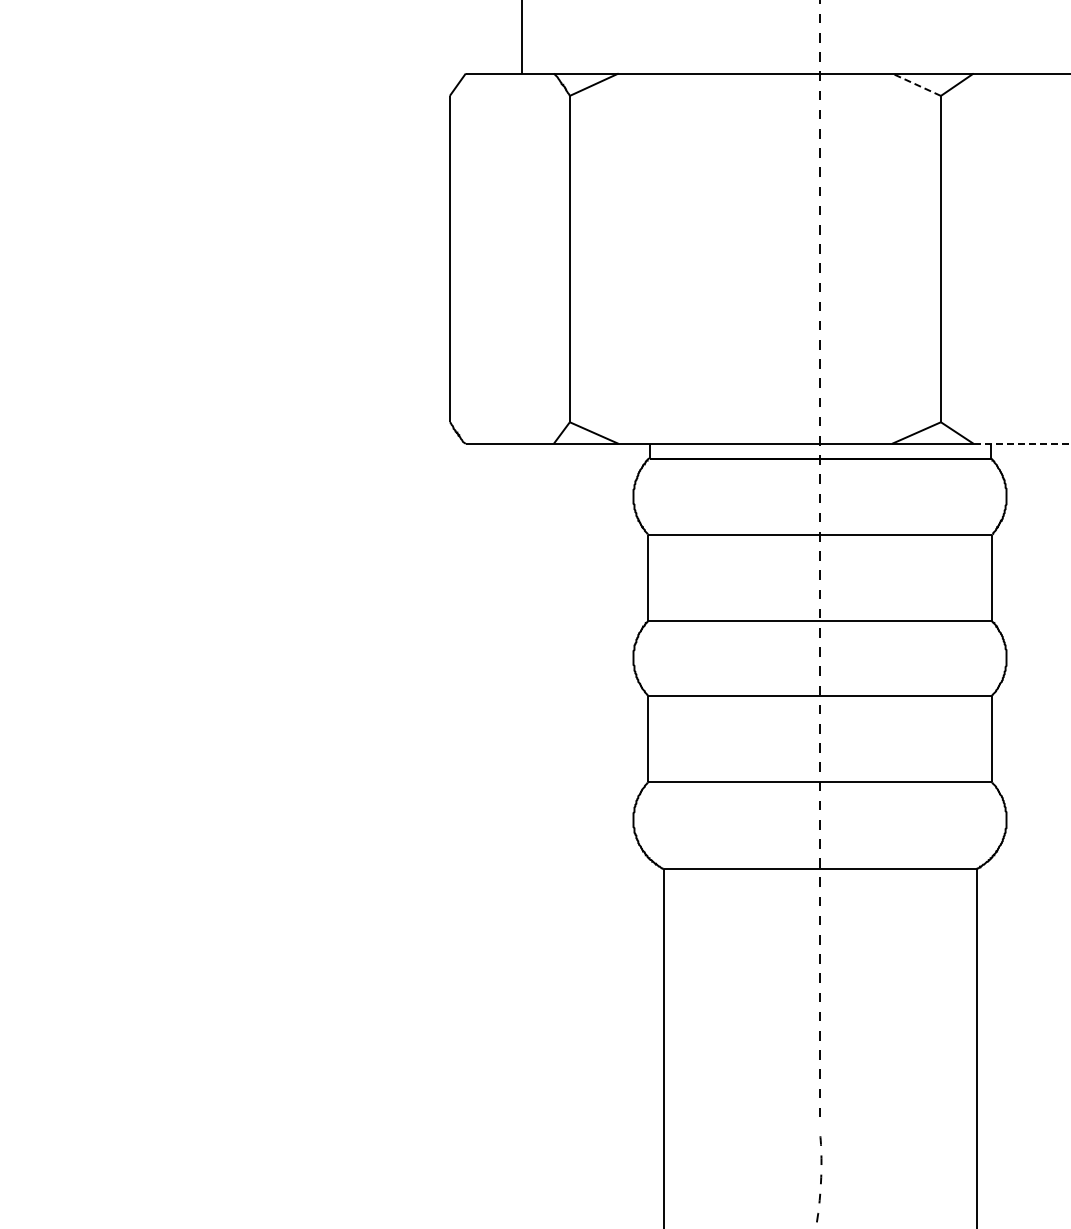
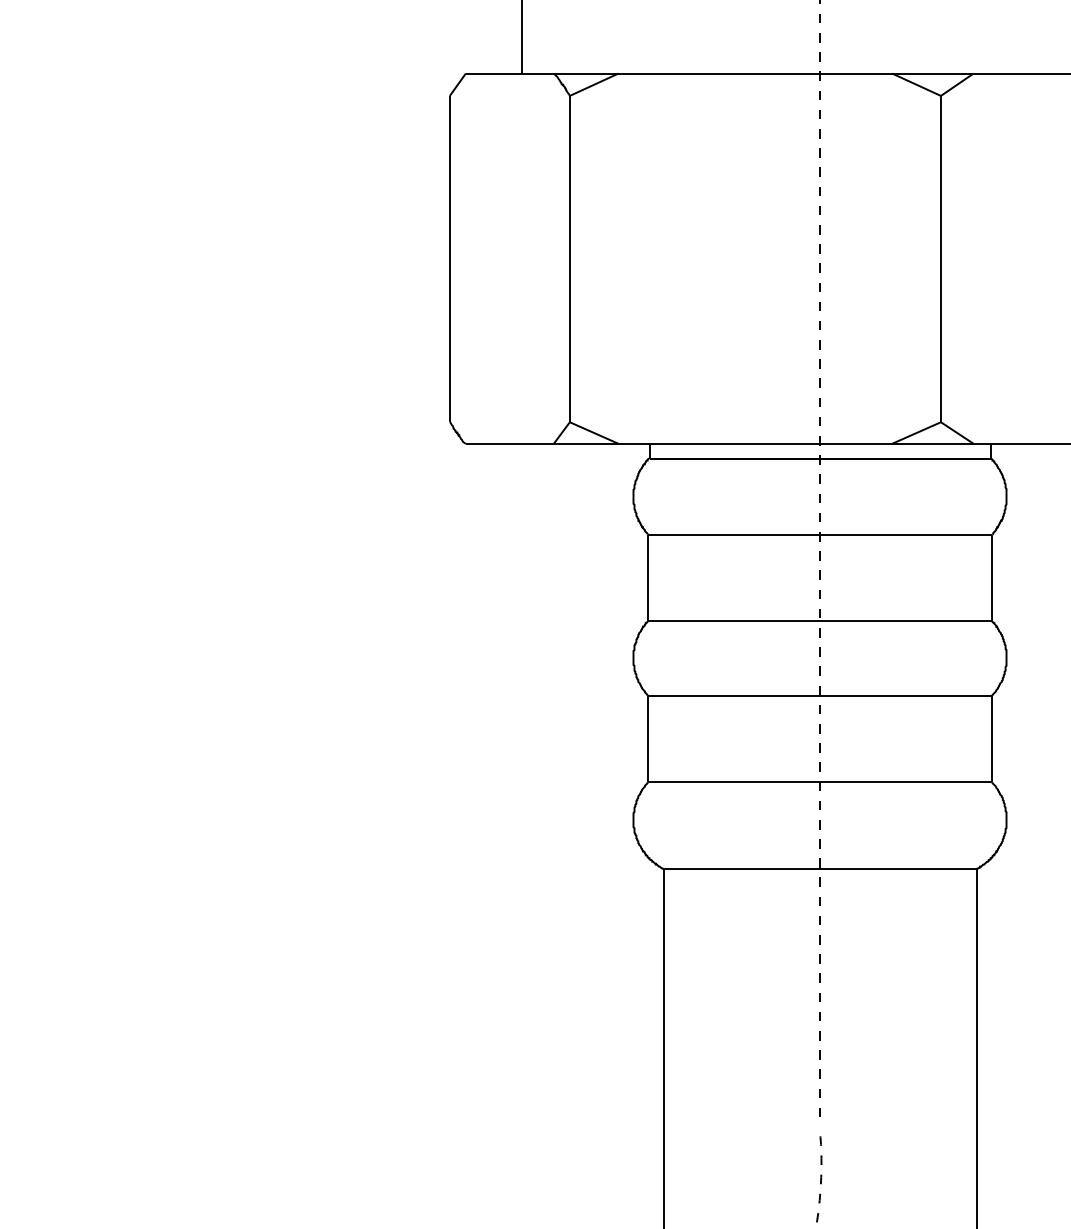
line at (916, 84): dashed -> solid
line at (1021, 443): dashed -> solid
